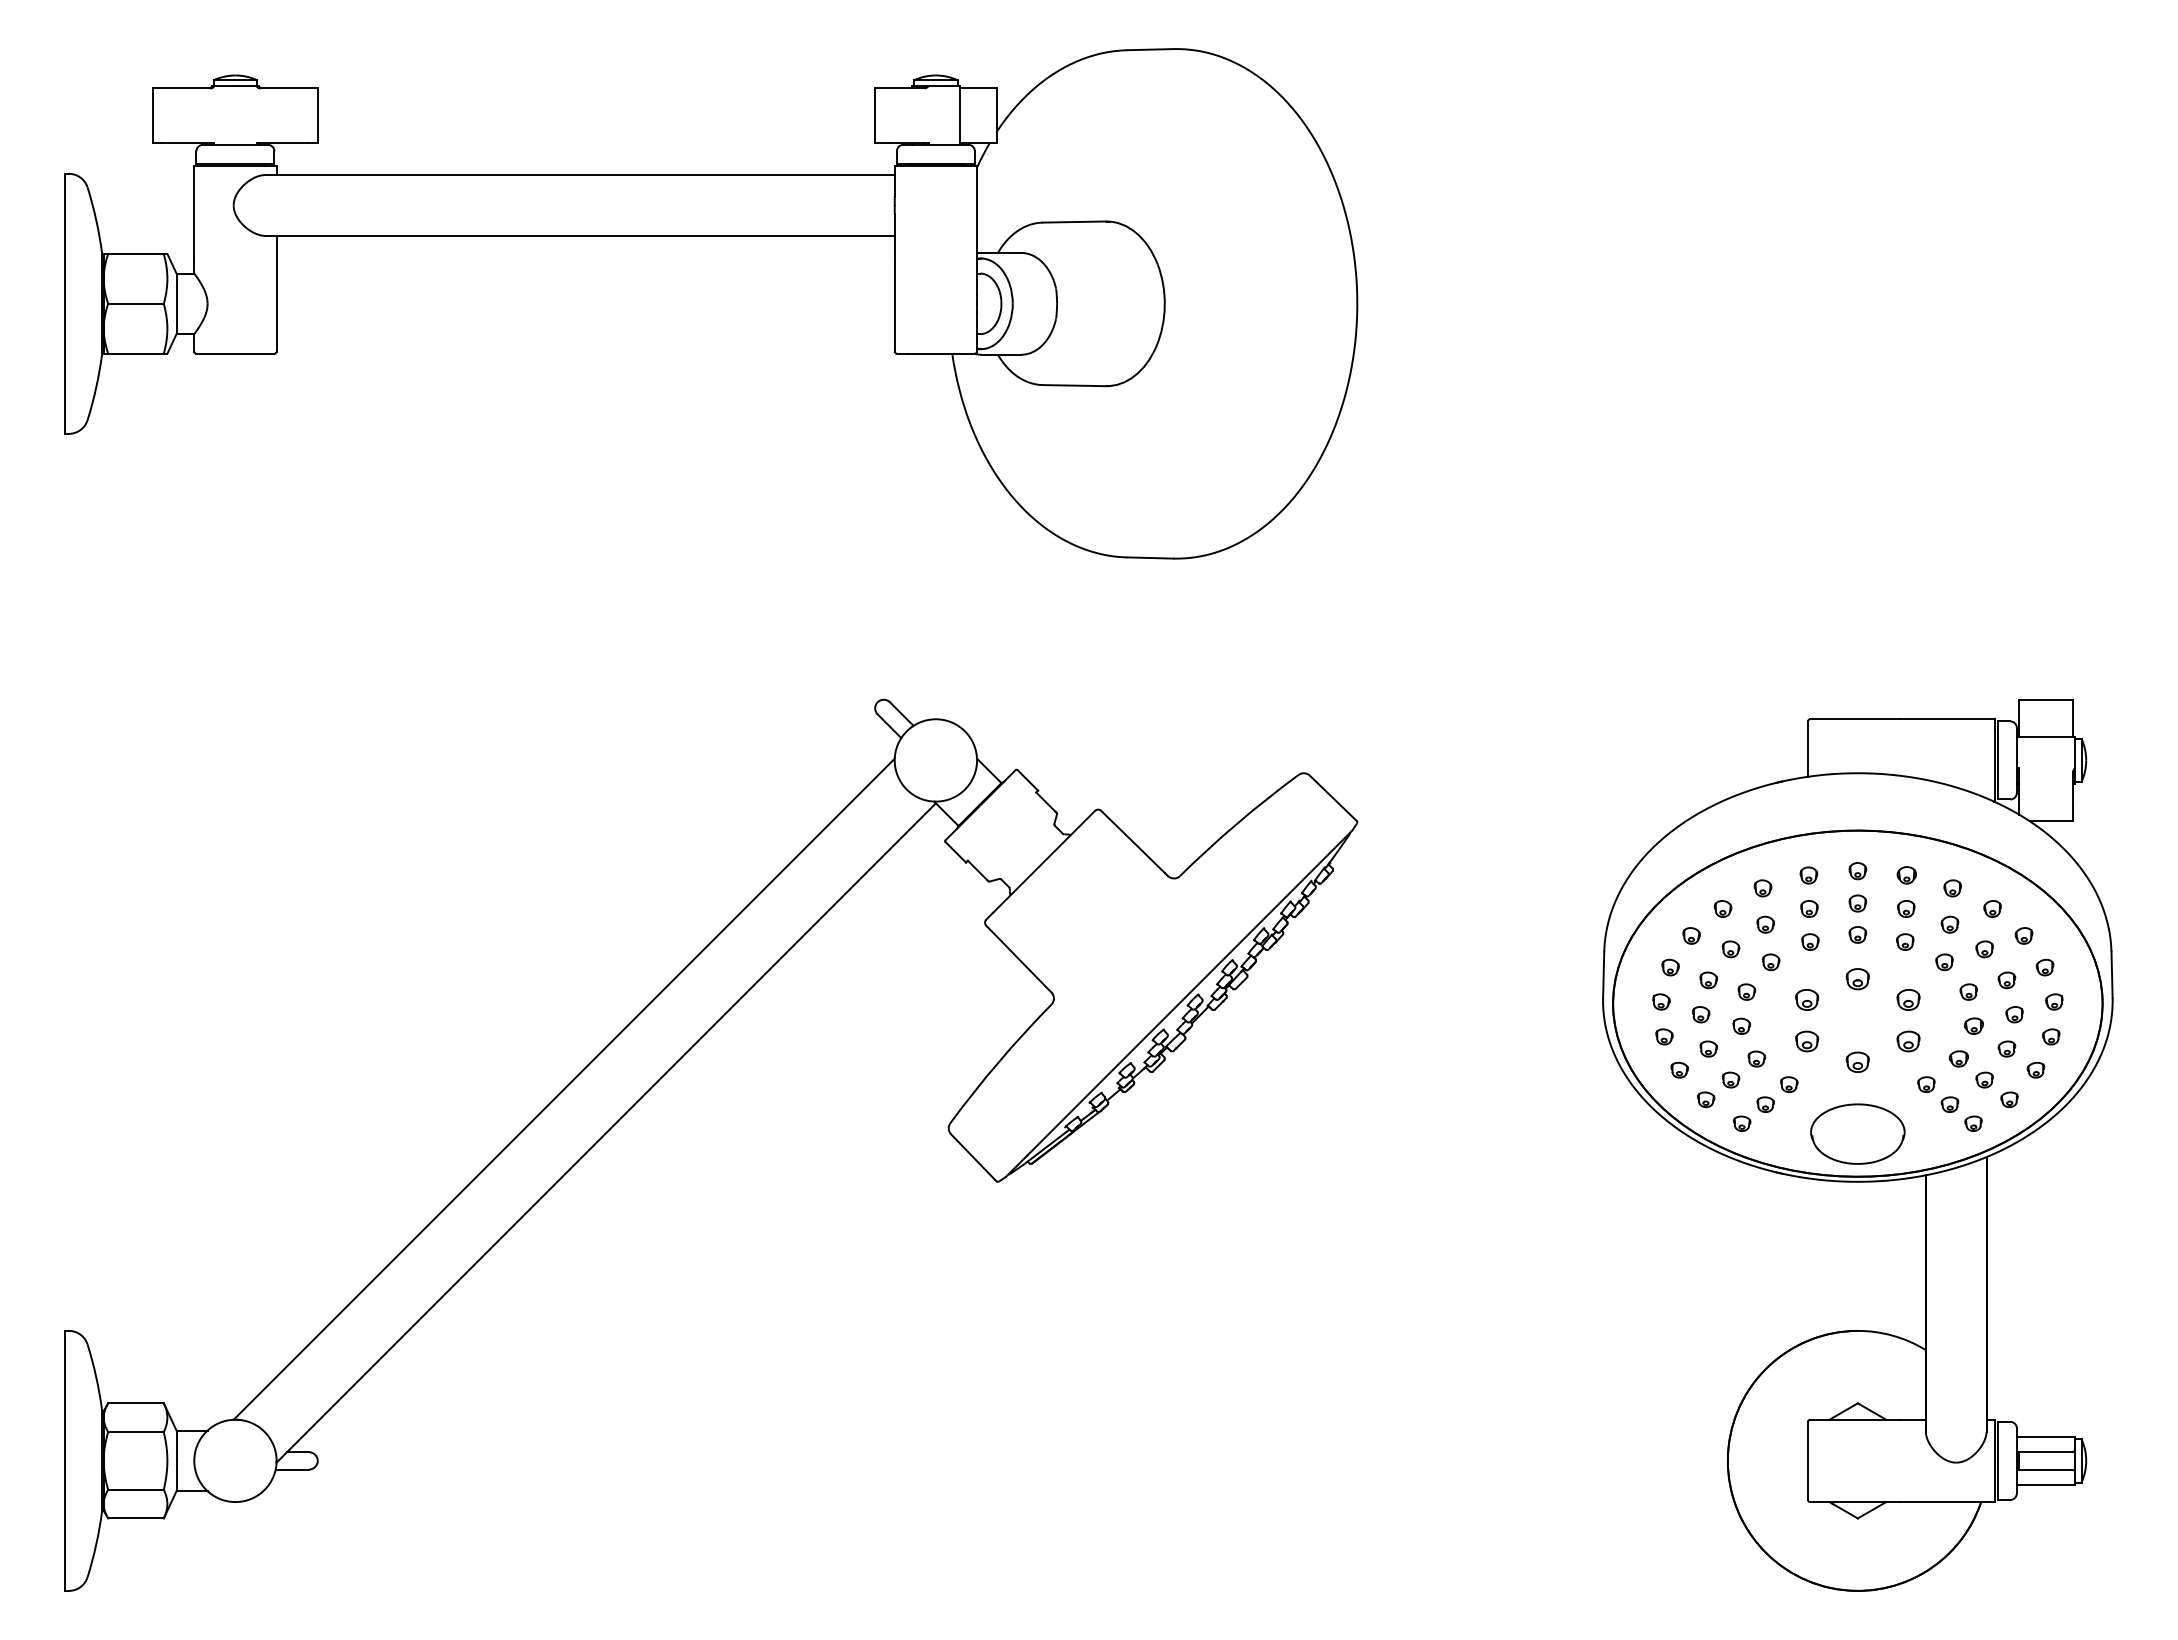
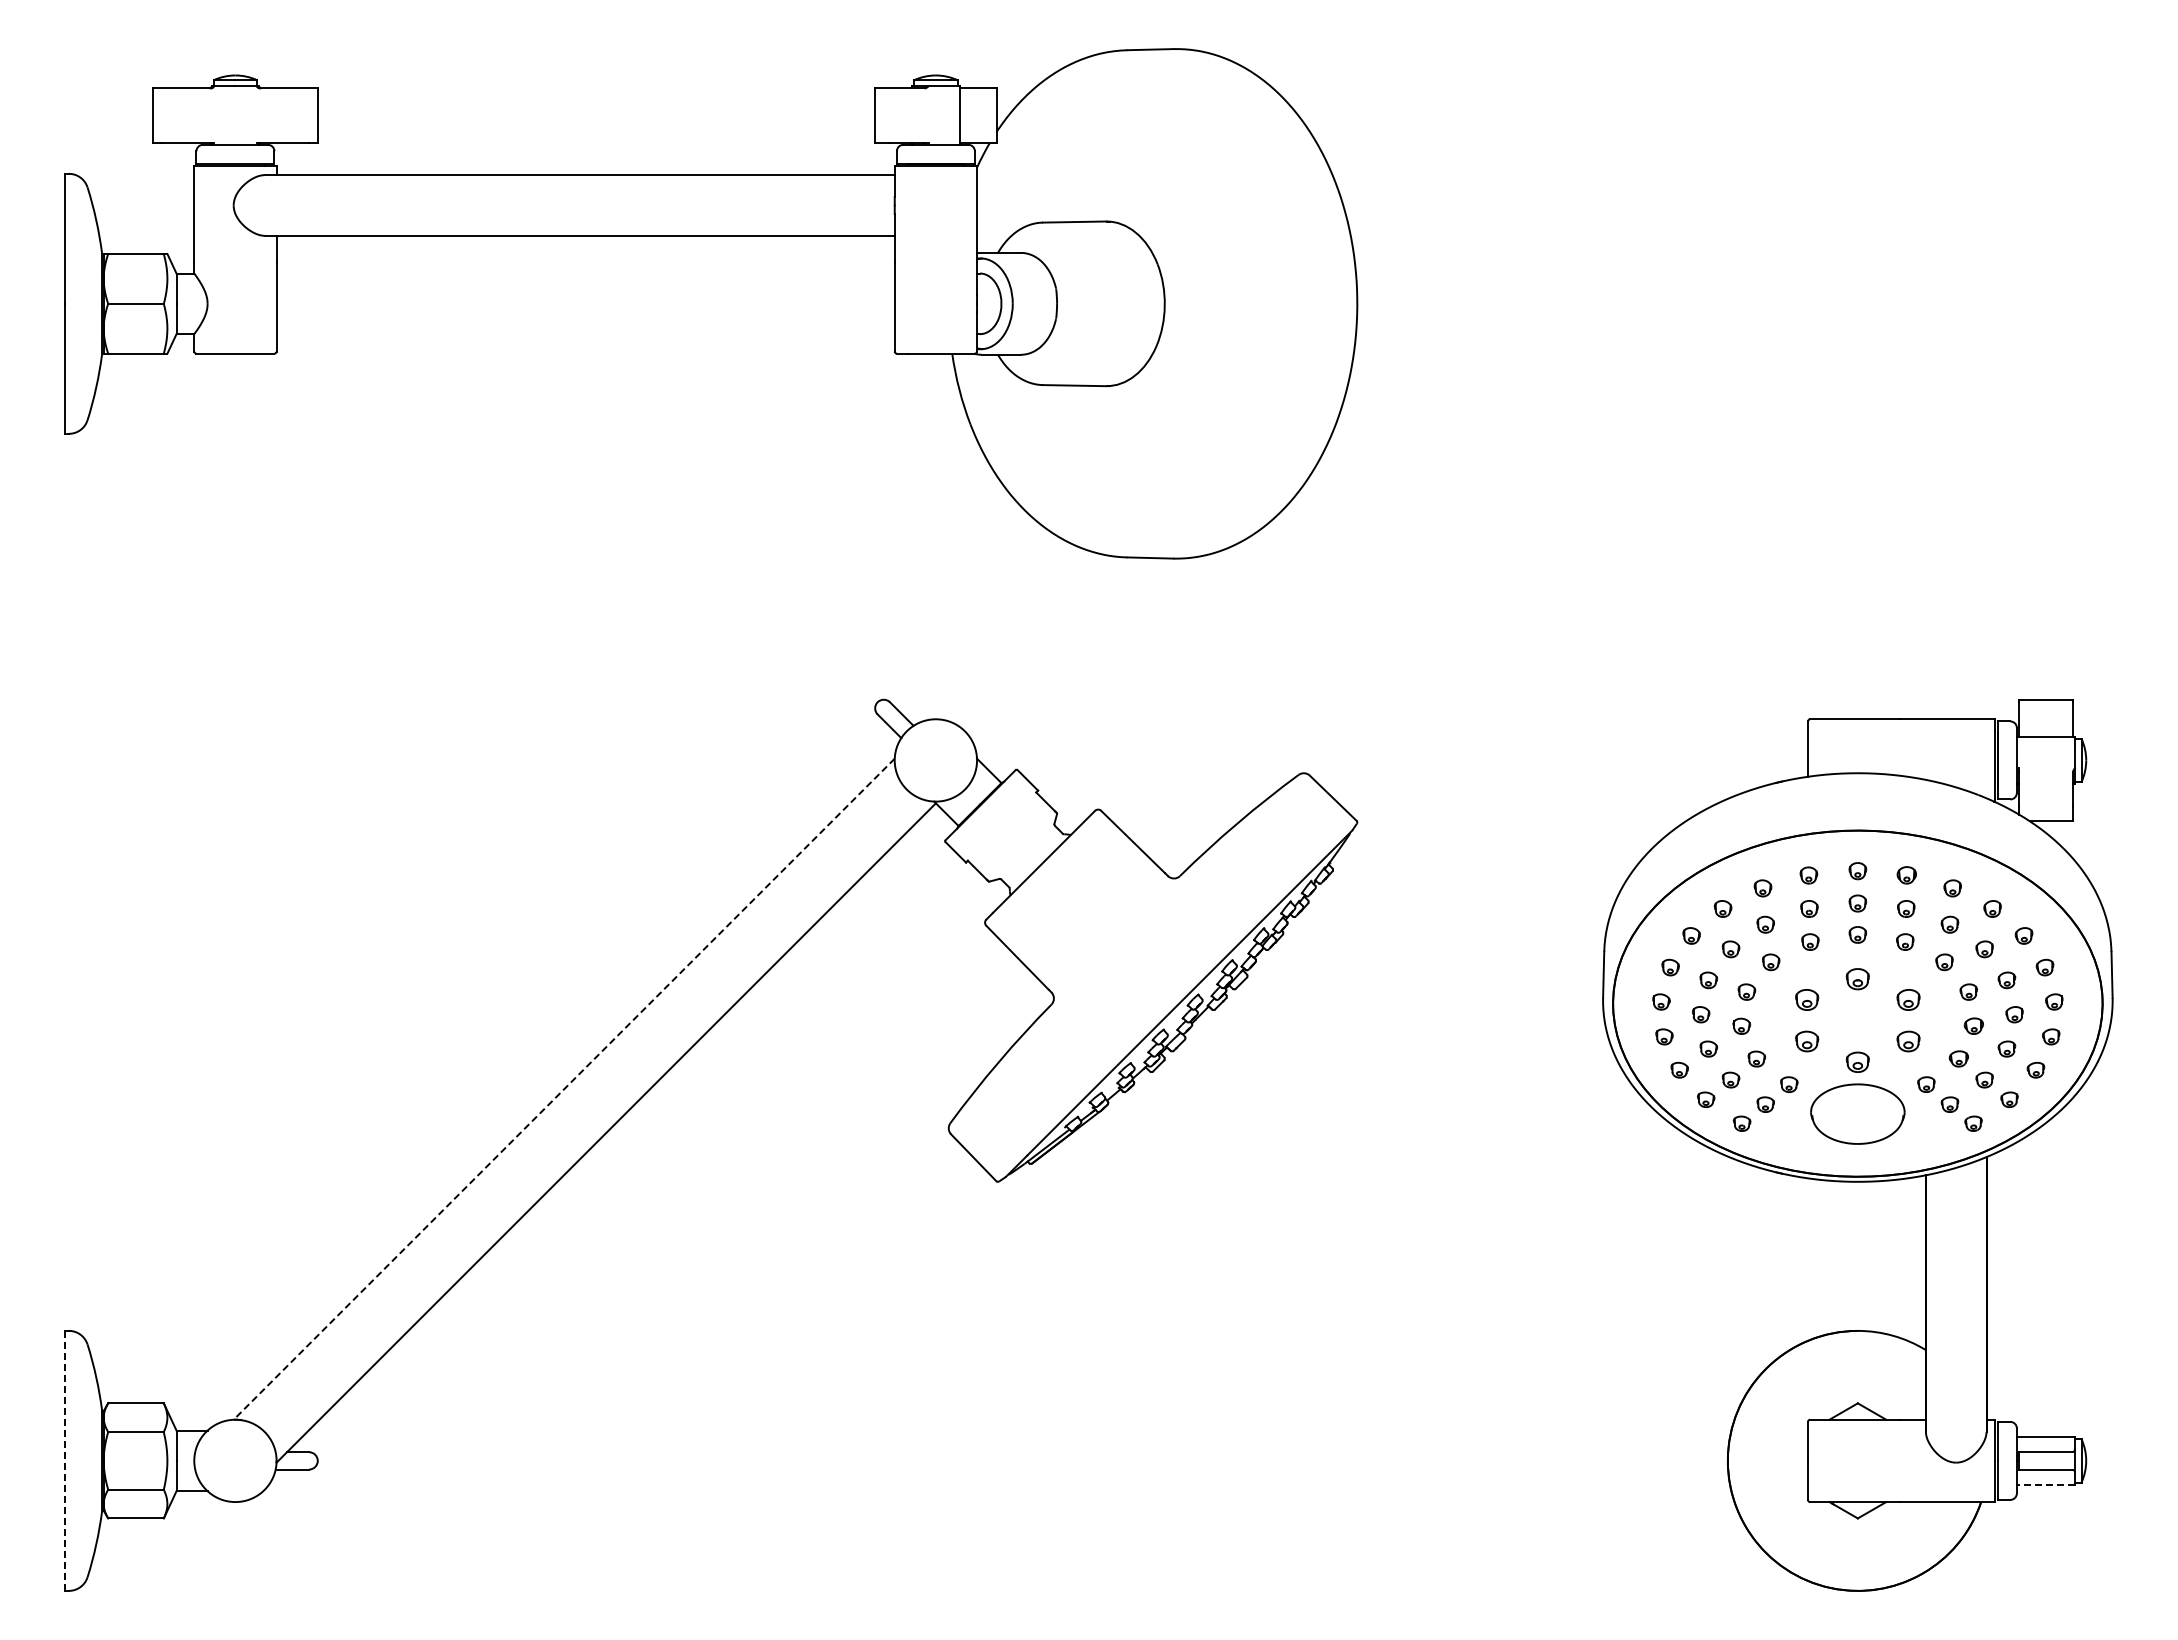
line at (563, 1089): solid -> dashed
part at (1857, 1133) position: (1857, 1133) -> (1857, 1113)
line at (65, 1461): solid -> dashed
line at (2045, 1484): solid -> dashed
